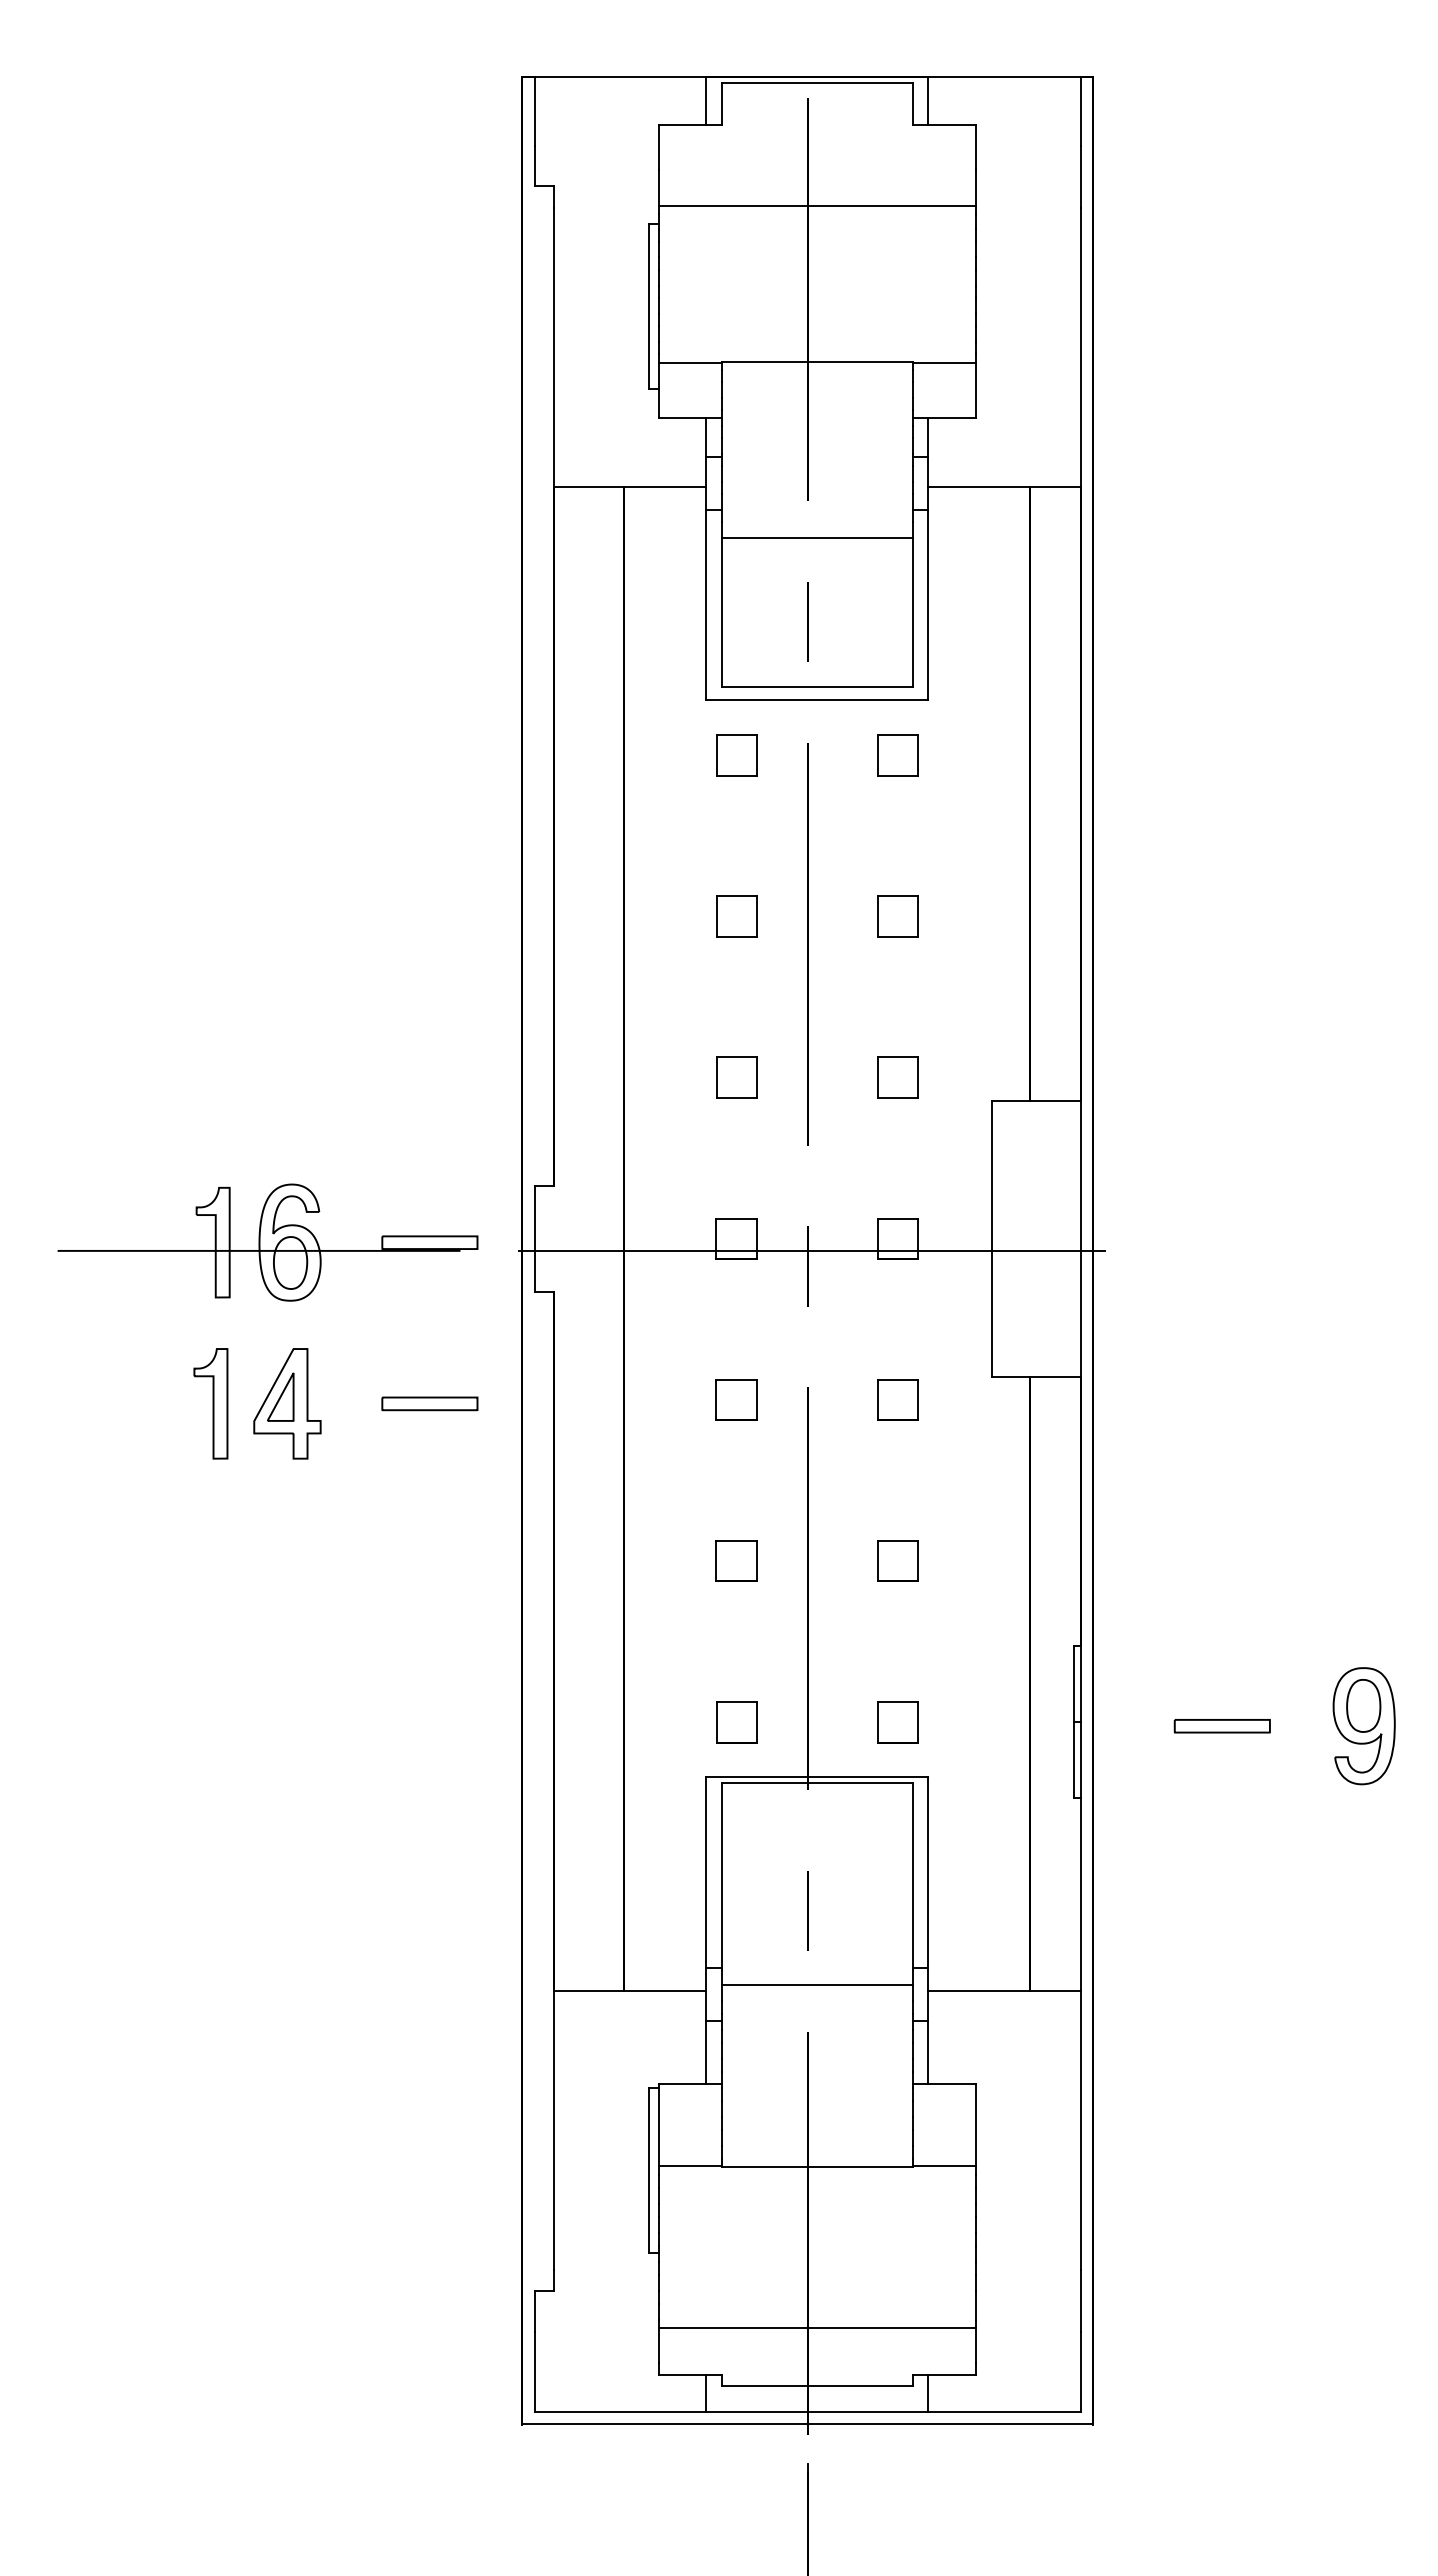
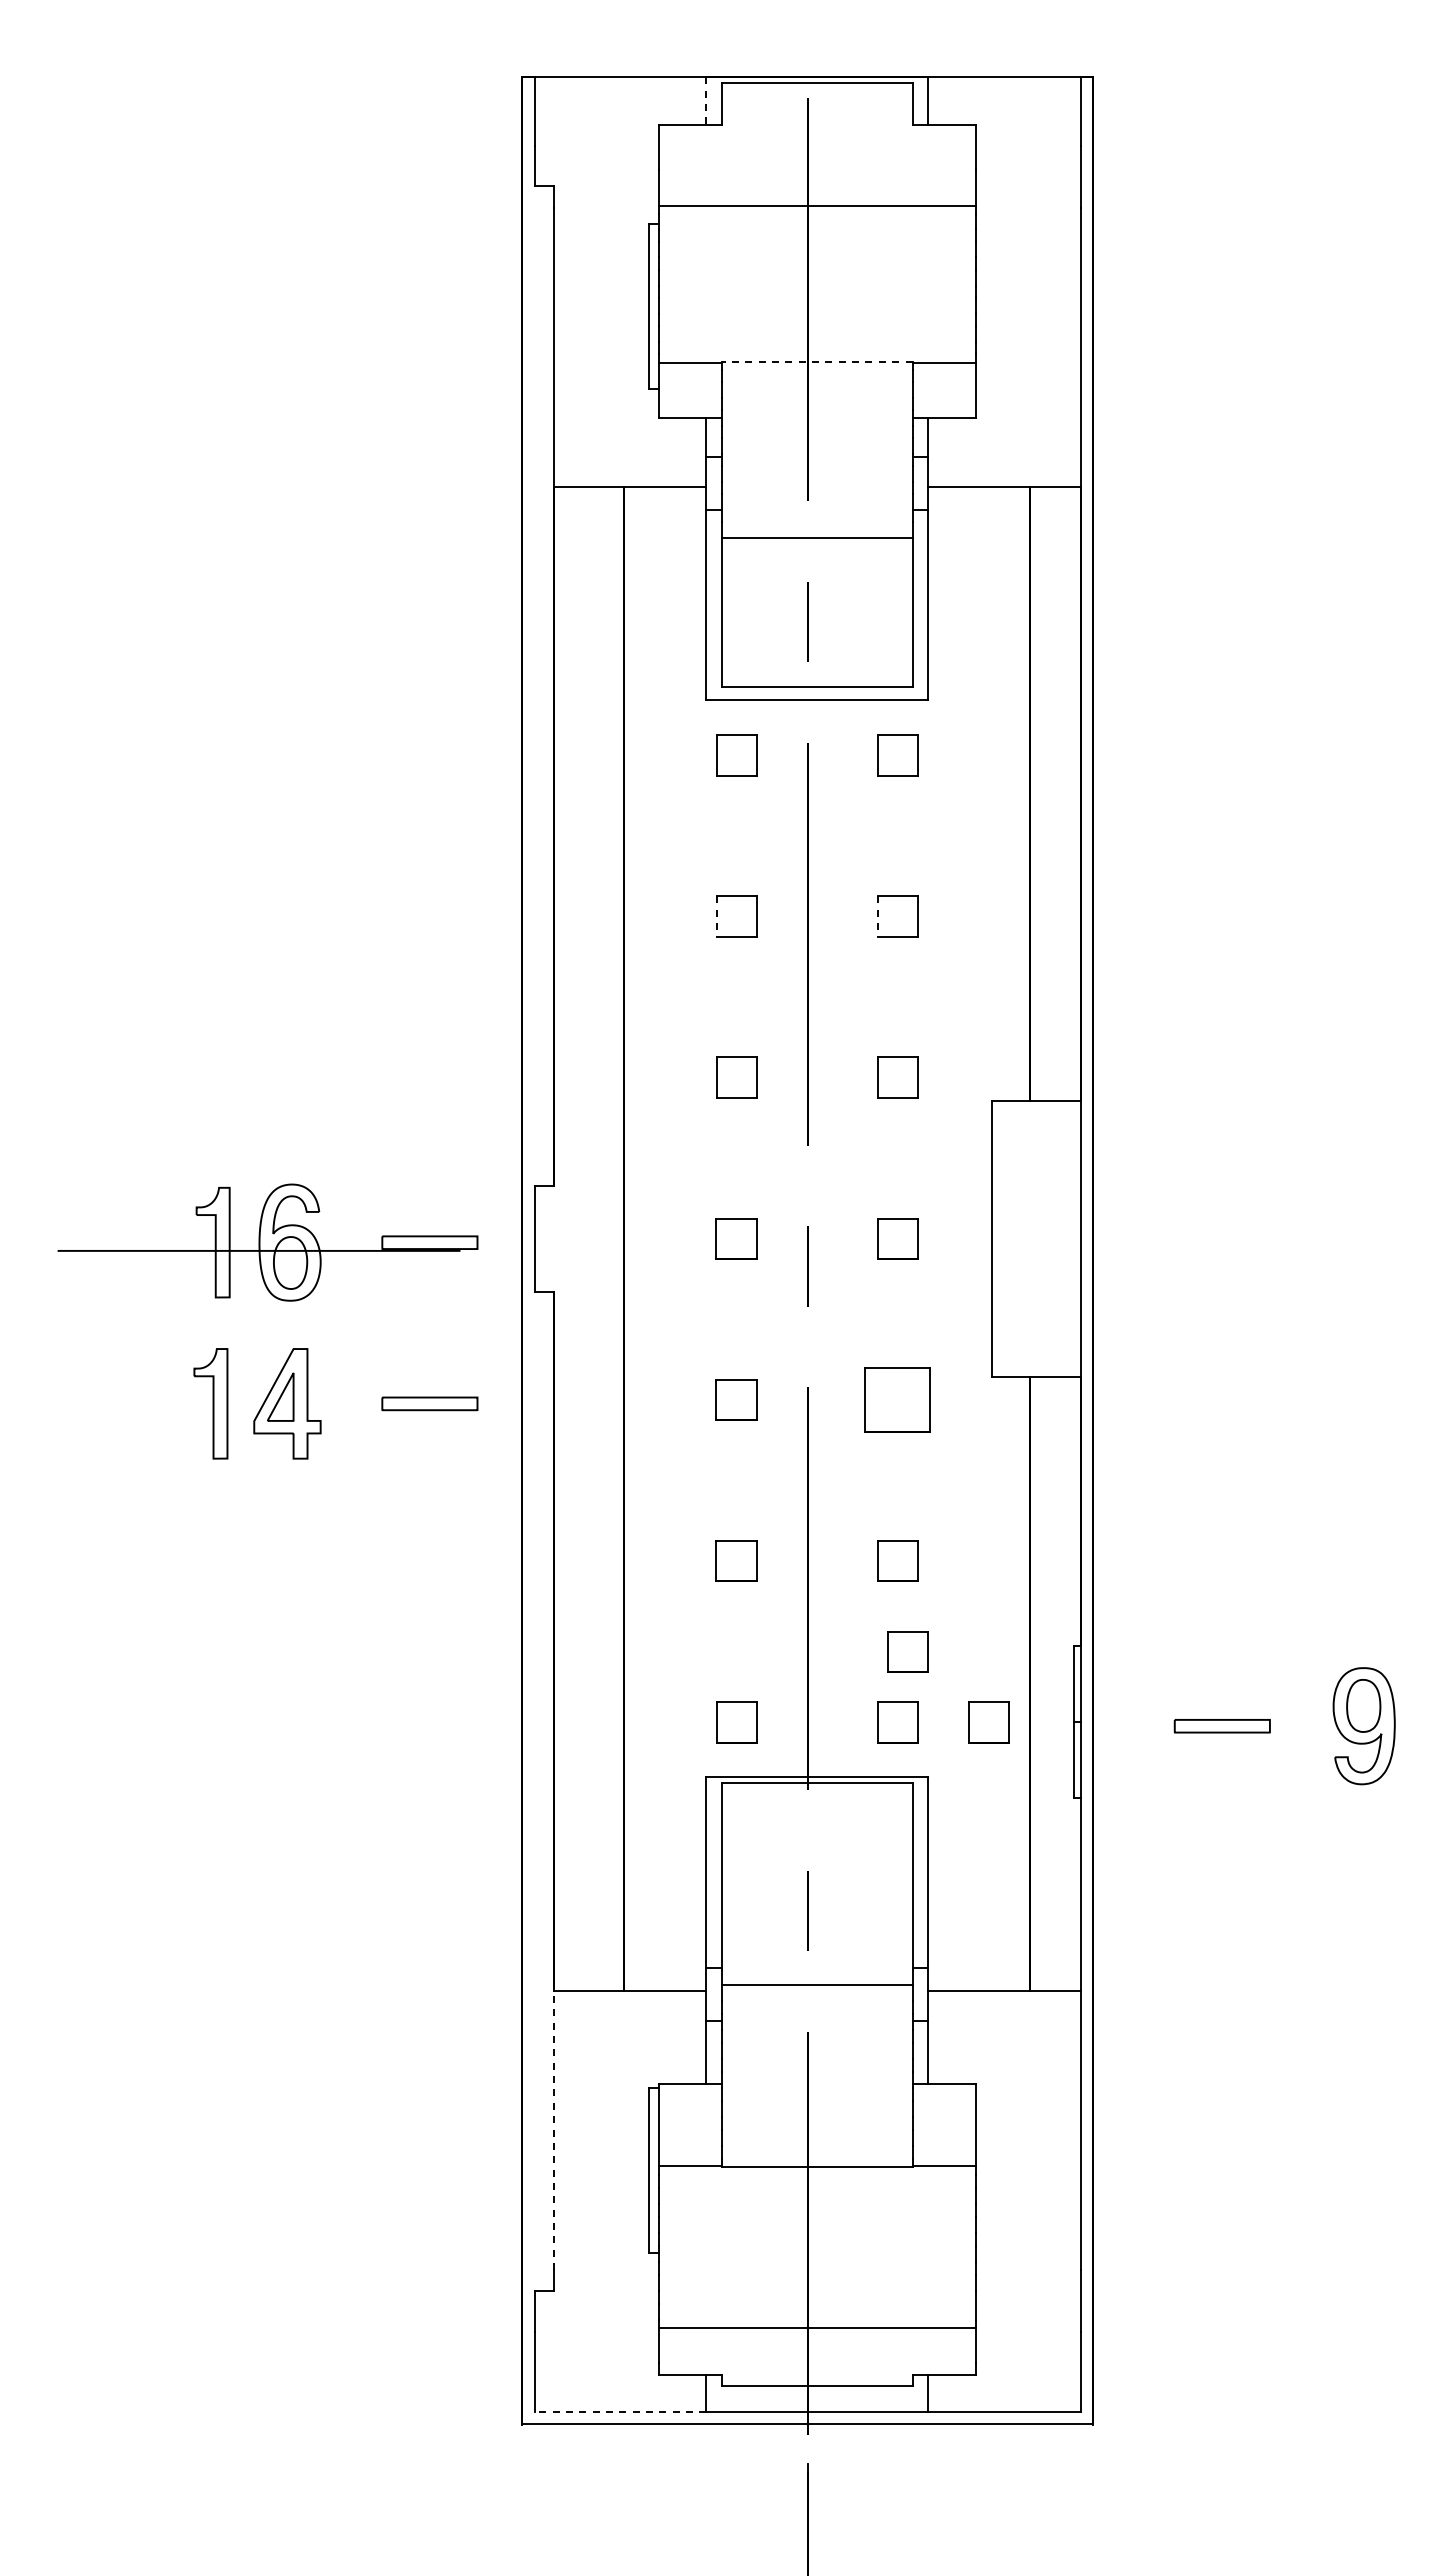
line at (706, 101): solid -> dashed
line at (816, 362): solid -> dashed
line at (716, 917): solid -> dashed
line at (877, 917): solid -> dashed
line at (811, 1250): present -> none
part at (897, 1399) size: 42x42 px -> 67x66 px
part at (907, 1651): none -> present
part at (988, 1722): none -> present
line at (554, 2130): solid -> dashed
line at (620, 2411): solid -> dashed
